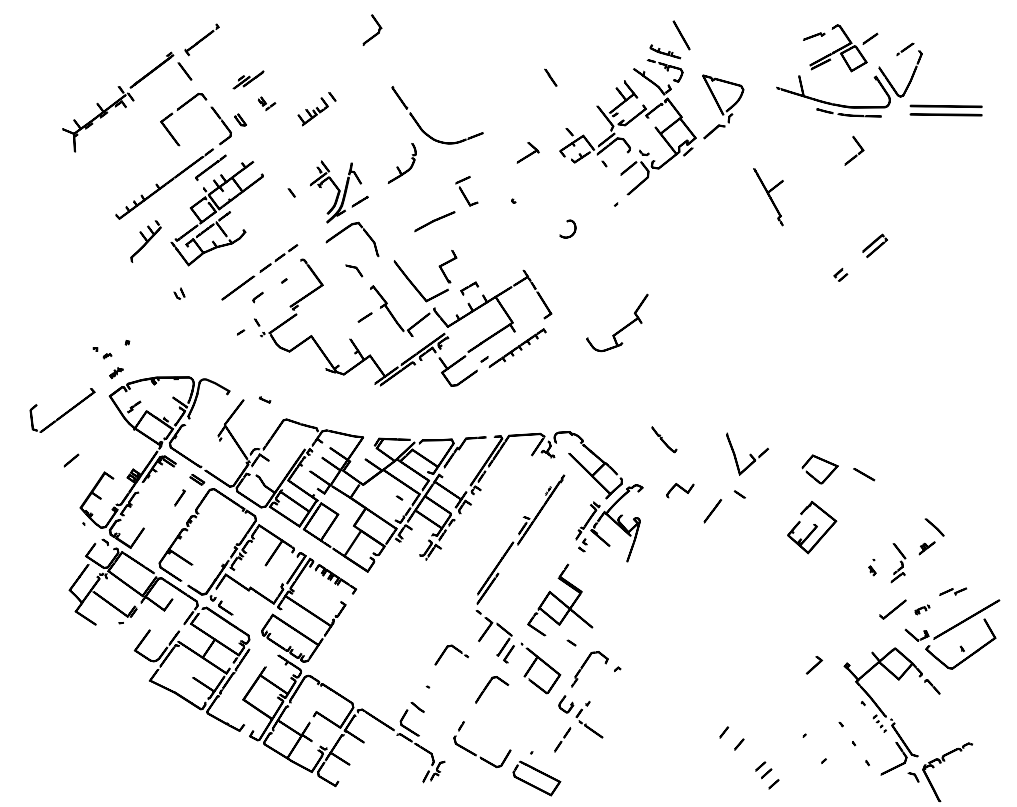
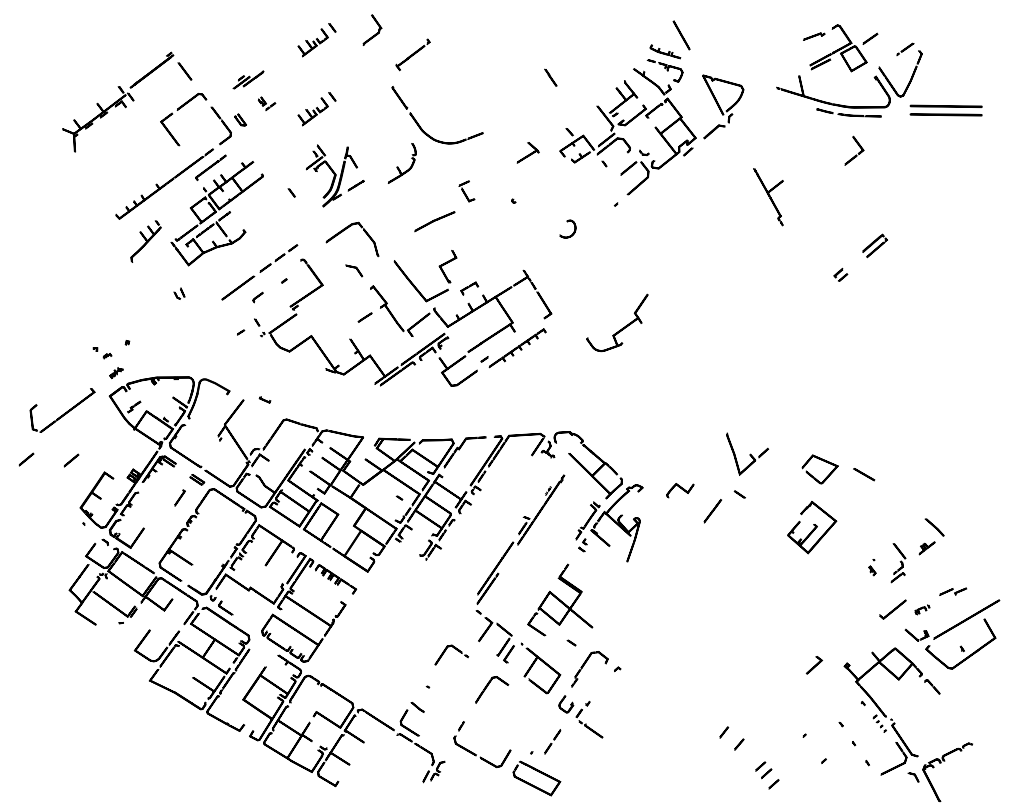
part at (201, 39) position: (201, 39) -> (412, 54)
part at (316, 40): none -> present
part at (339, 191) position: (339, 191) -> (335, 175)
part at (466, 191) size: 24x31 px -> 18x23 px
part at (664, 439): present -> none
line at (26, 459): none -> present
line at (563, 738) position: (563, 738) -> (553, 740)
